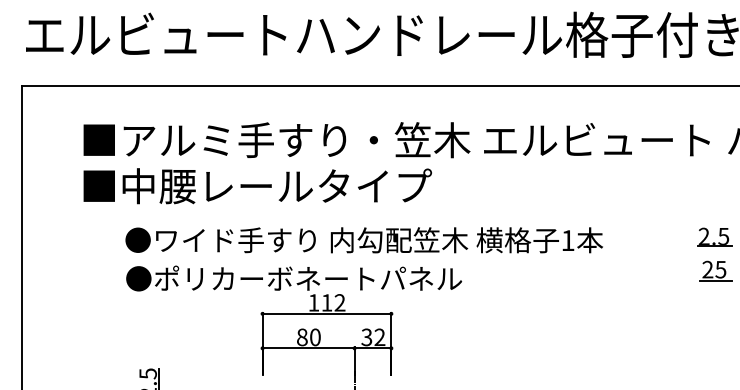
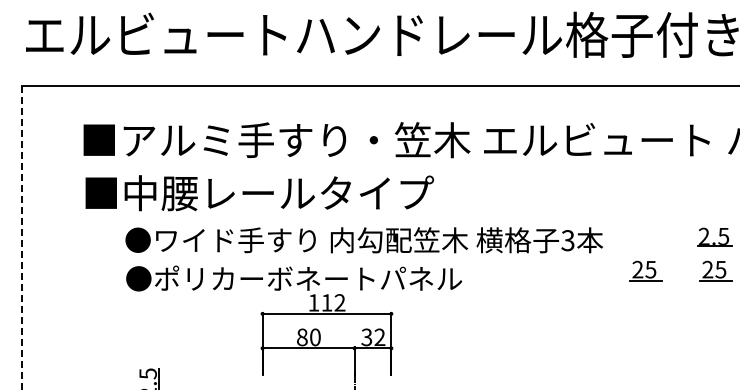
text at (257, 186) position: (257, 186) -> (259, 193)
line at (22, 238): solid -> dashed
text at (567, 240): 1 -> 3
part at (645, 270): none -> present
